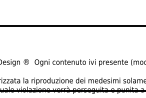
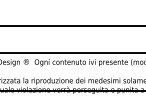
line at (72, 52): none -> present
